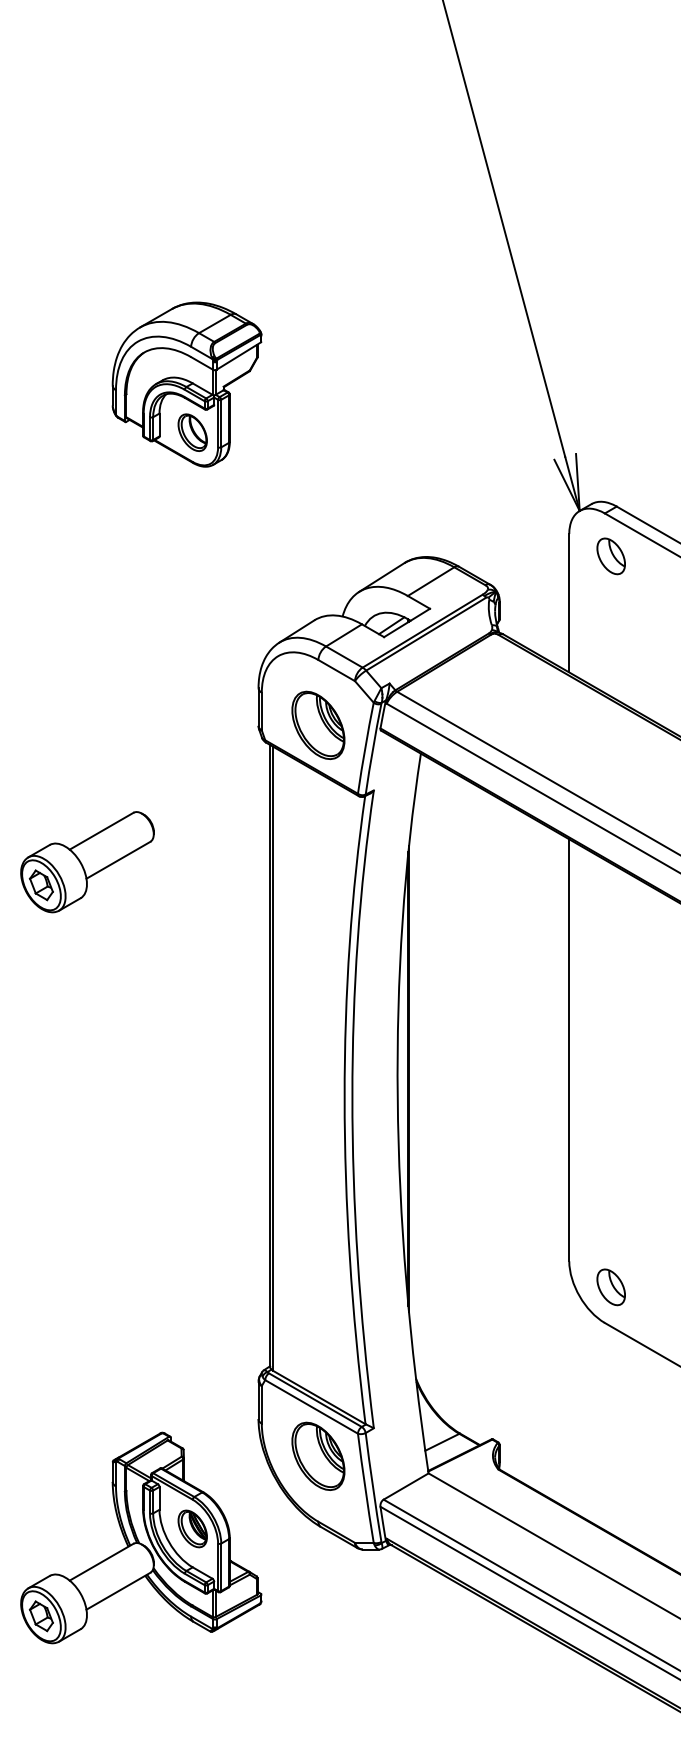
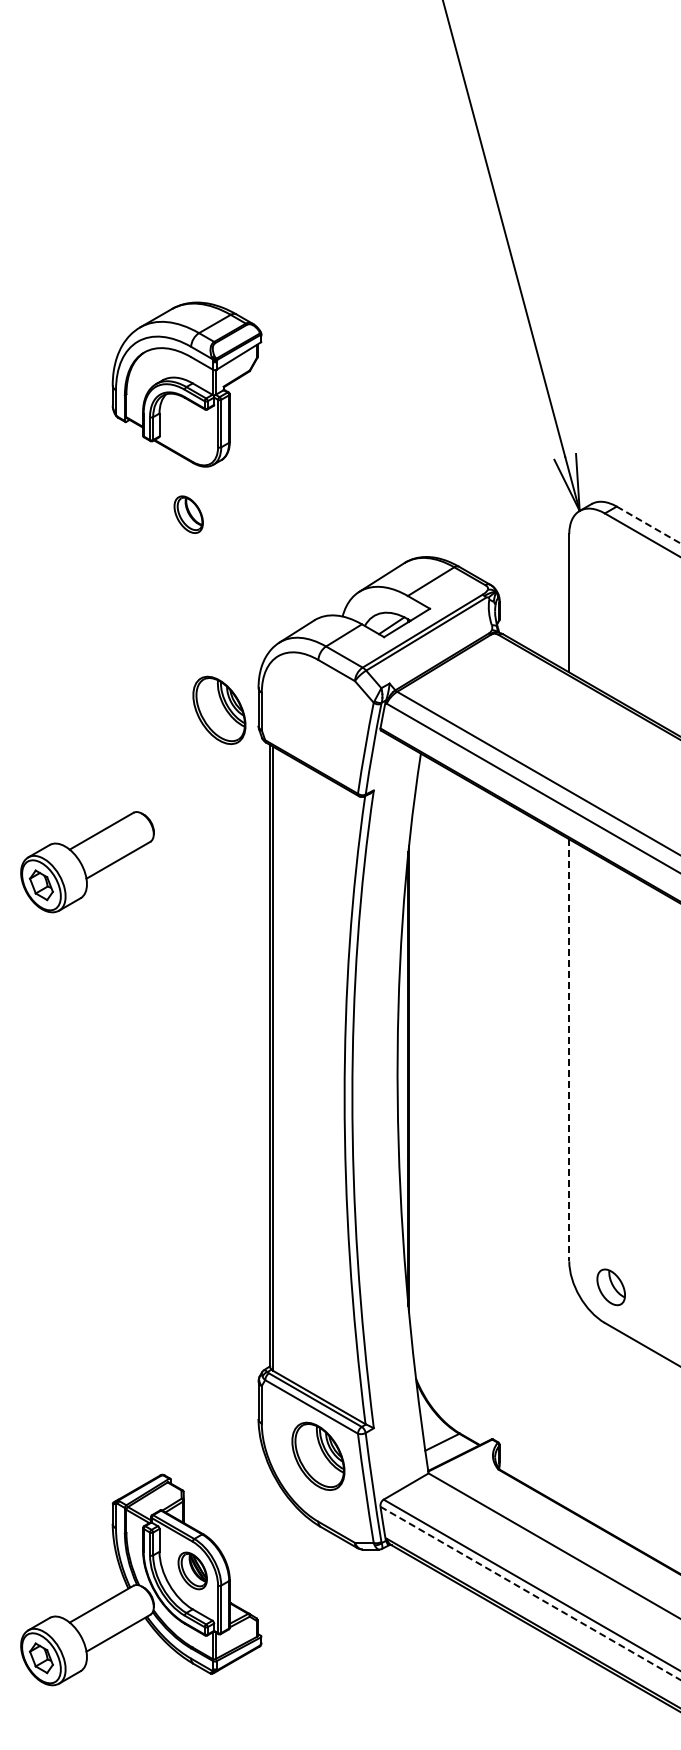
part at (192, 432) position: (192, 432) -> (188, 514)
line at (648, 525): solid -> dashed
part at (610, 556): present -> none
part at (318, 724) position: (318, 724) -> (219, 709)
line at (569, 1050): solid -> dashed
part at (141, 1537) position: (141, 1537) -> (141, 1579)
line at (531, 1593): solid -> dashed
